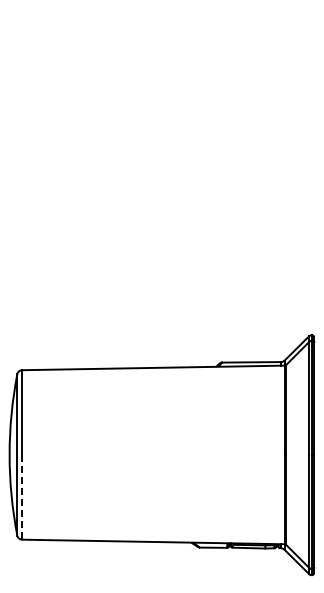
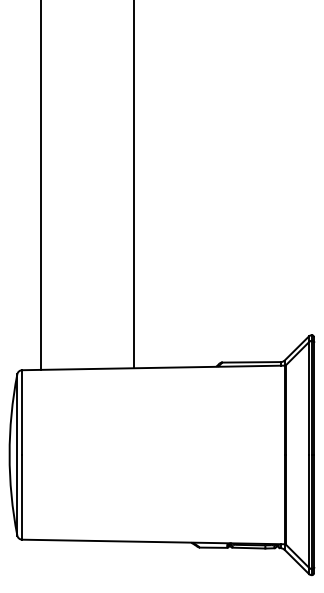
line at (41, 185): none -> present
line at (133, 185): none -> present
line at (22, 497): dashed -> solid
